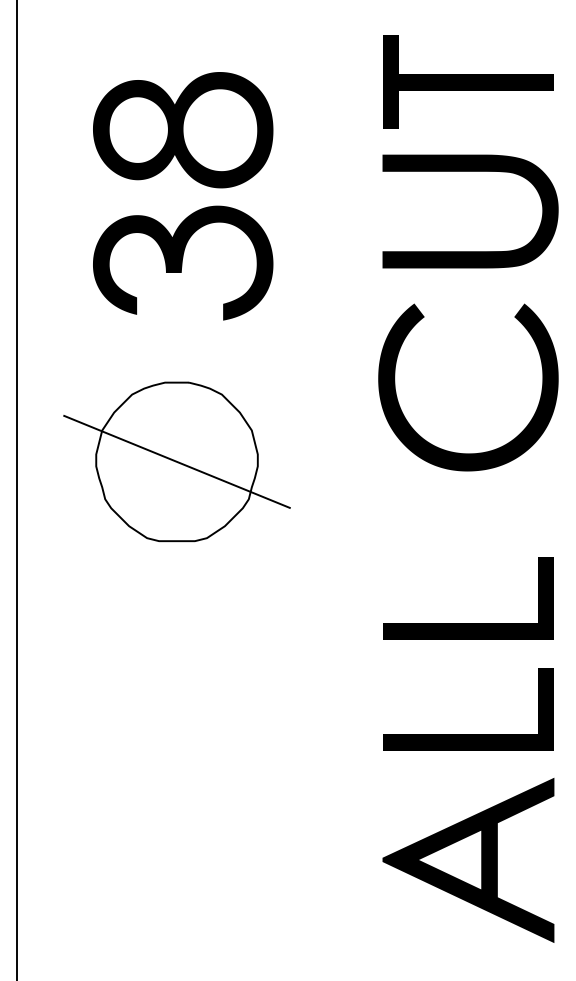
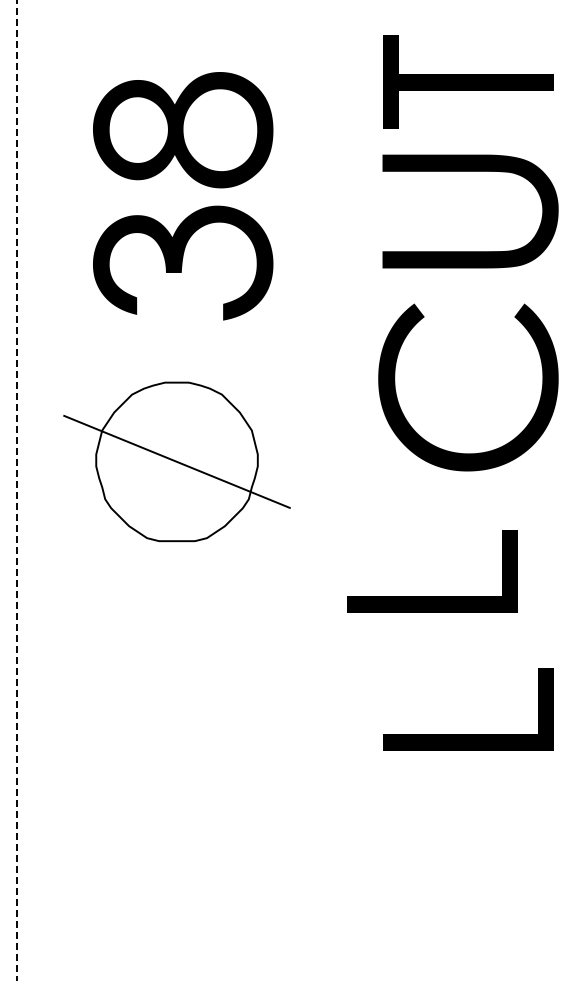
line at (17, 490): solid -> dashed
part at (432, 596): none -> present
fill at (468, 598): present -> none
part at (468, 860): present -> none
